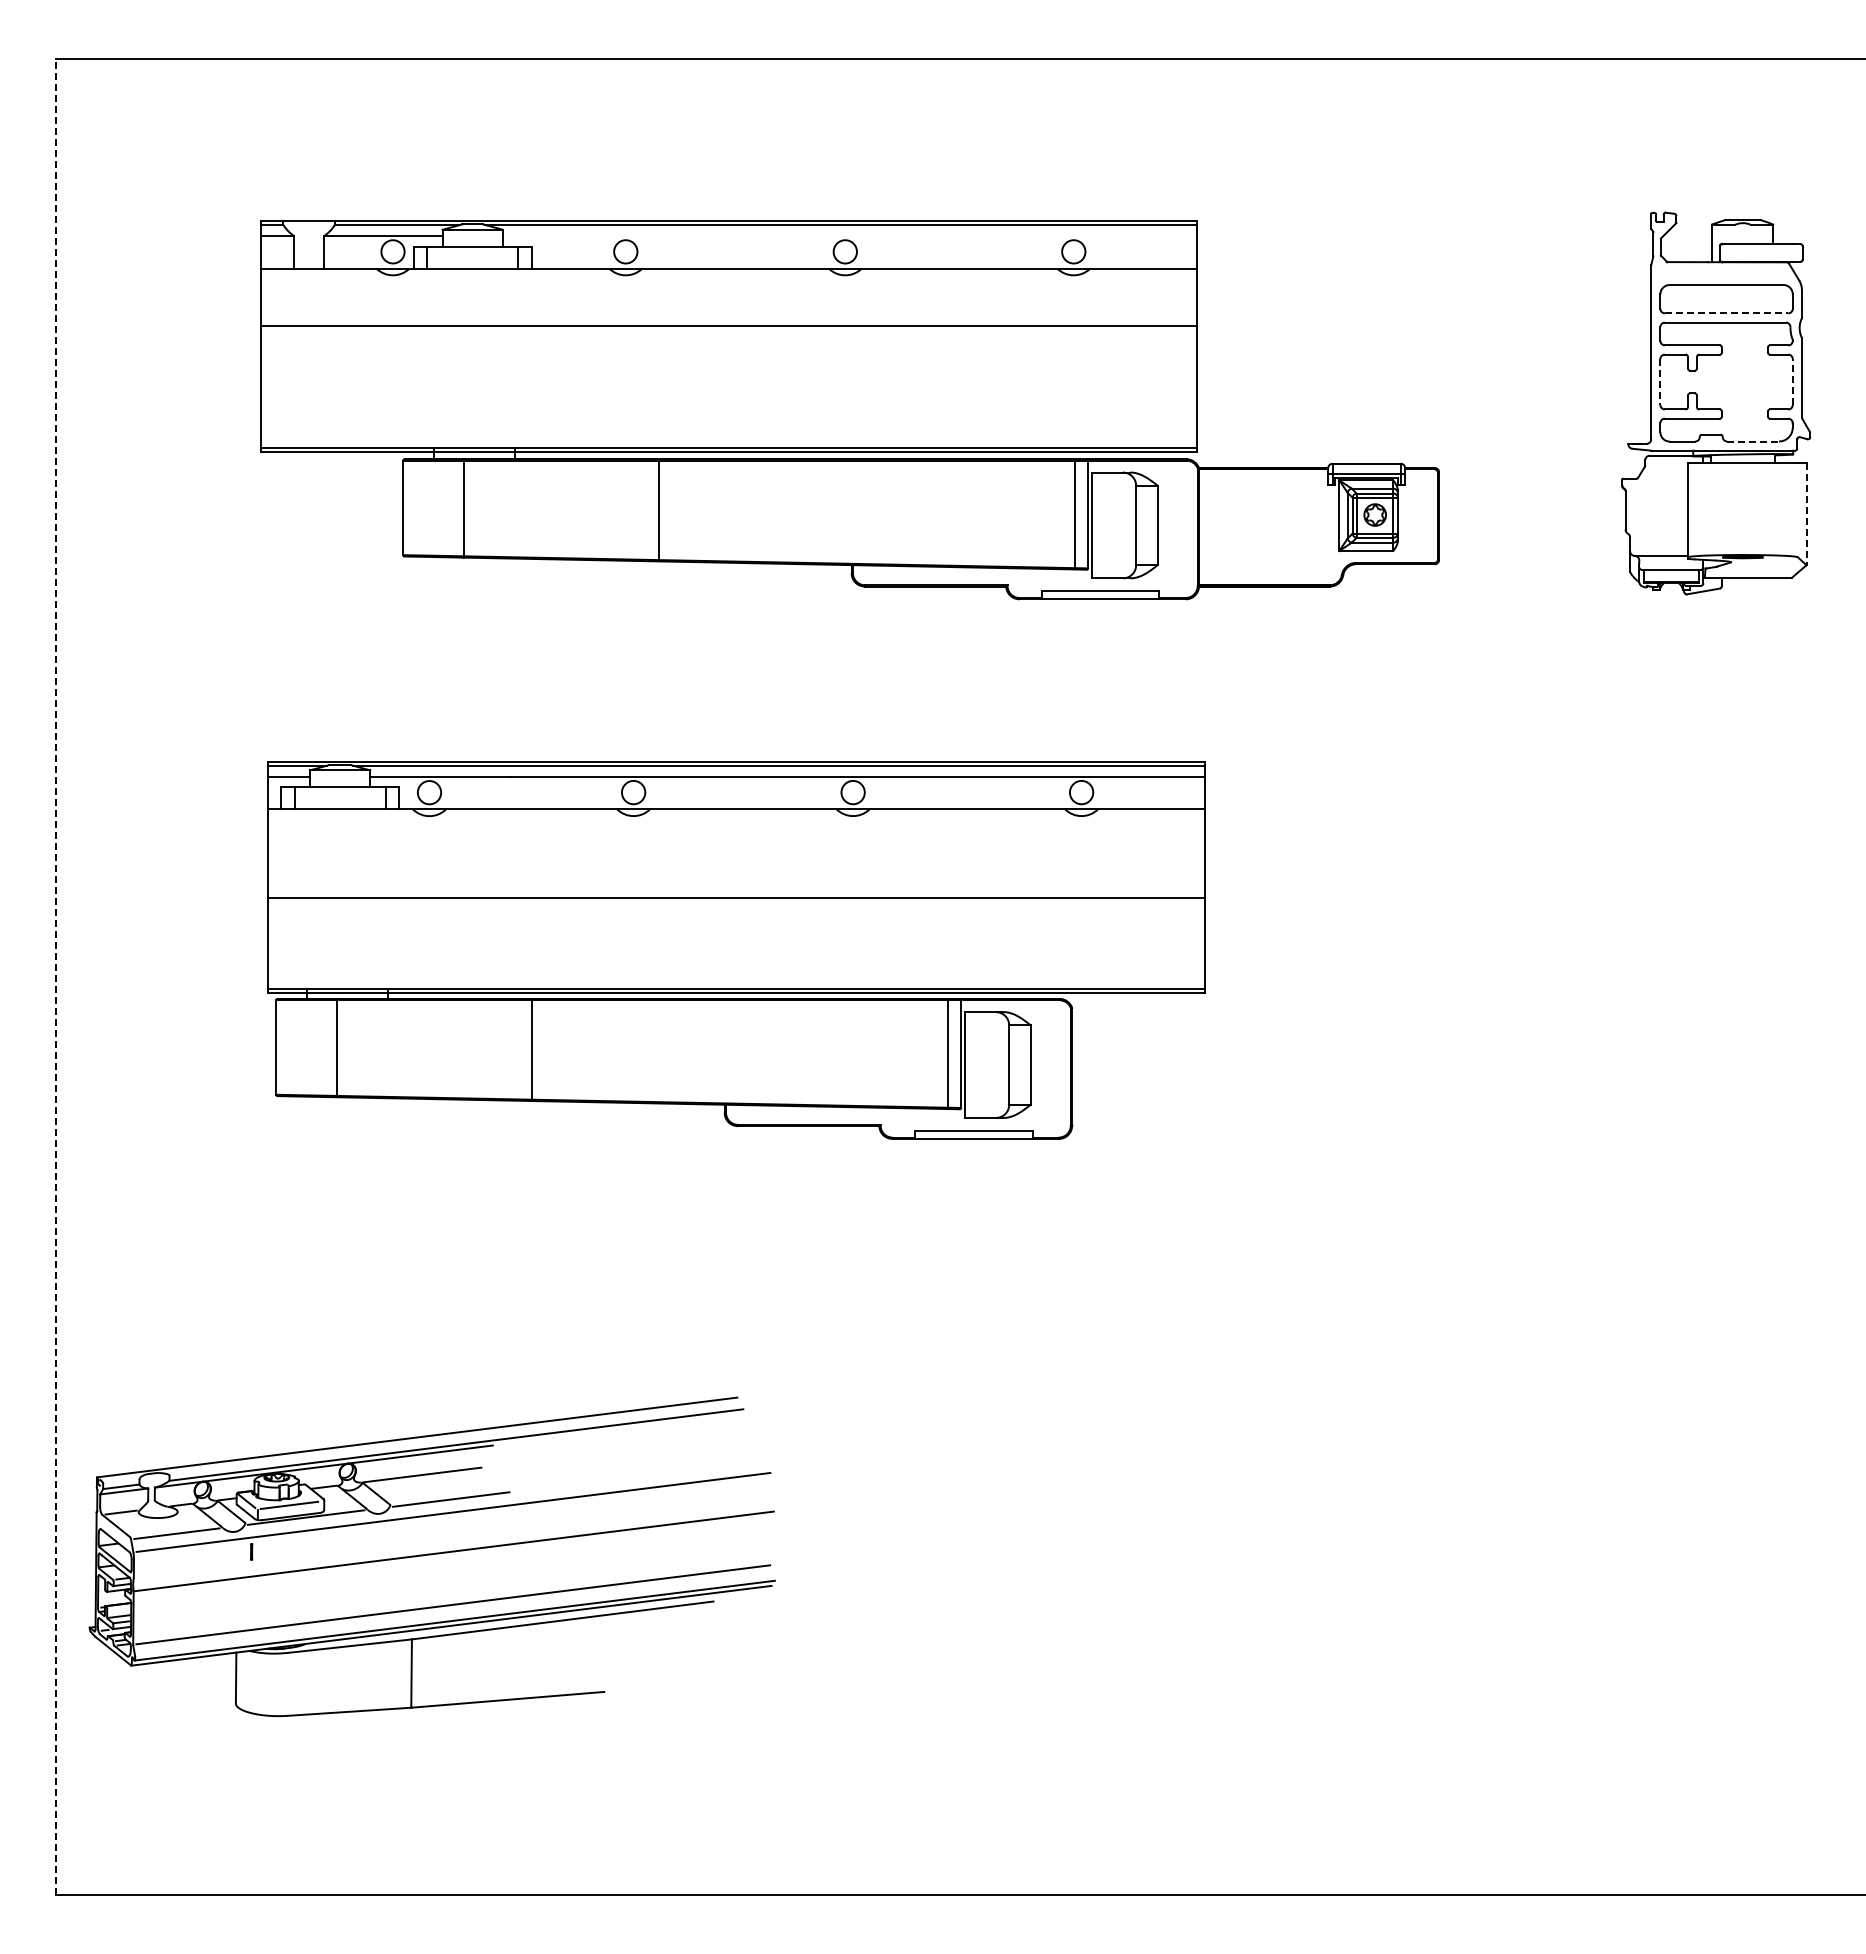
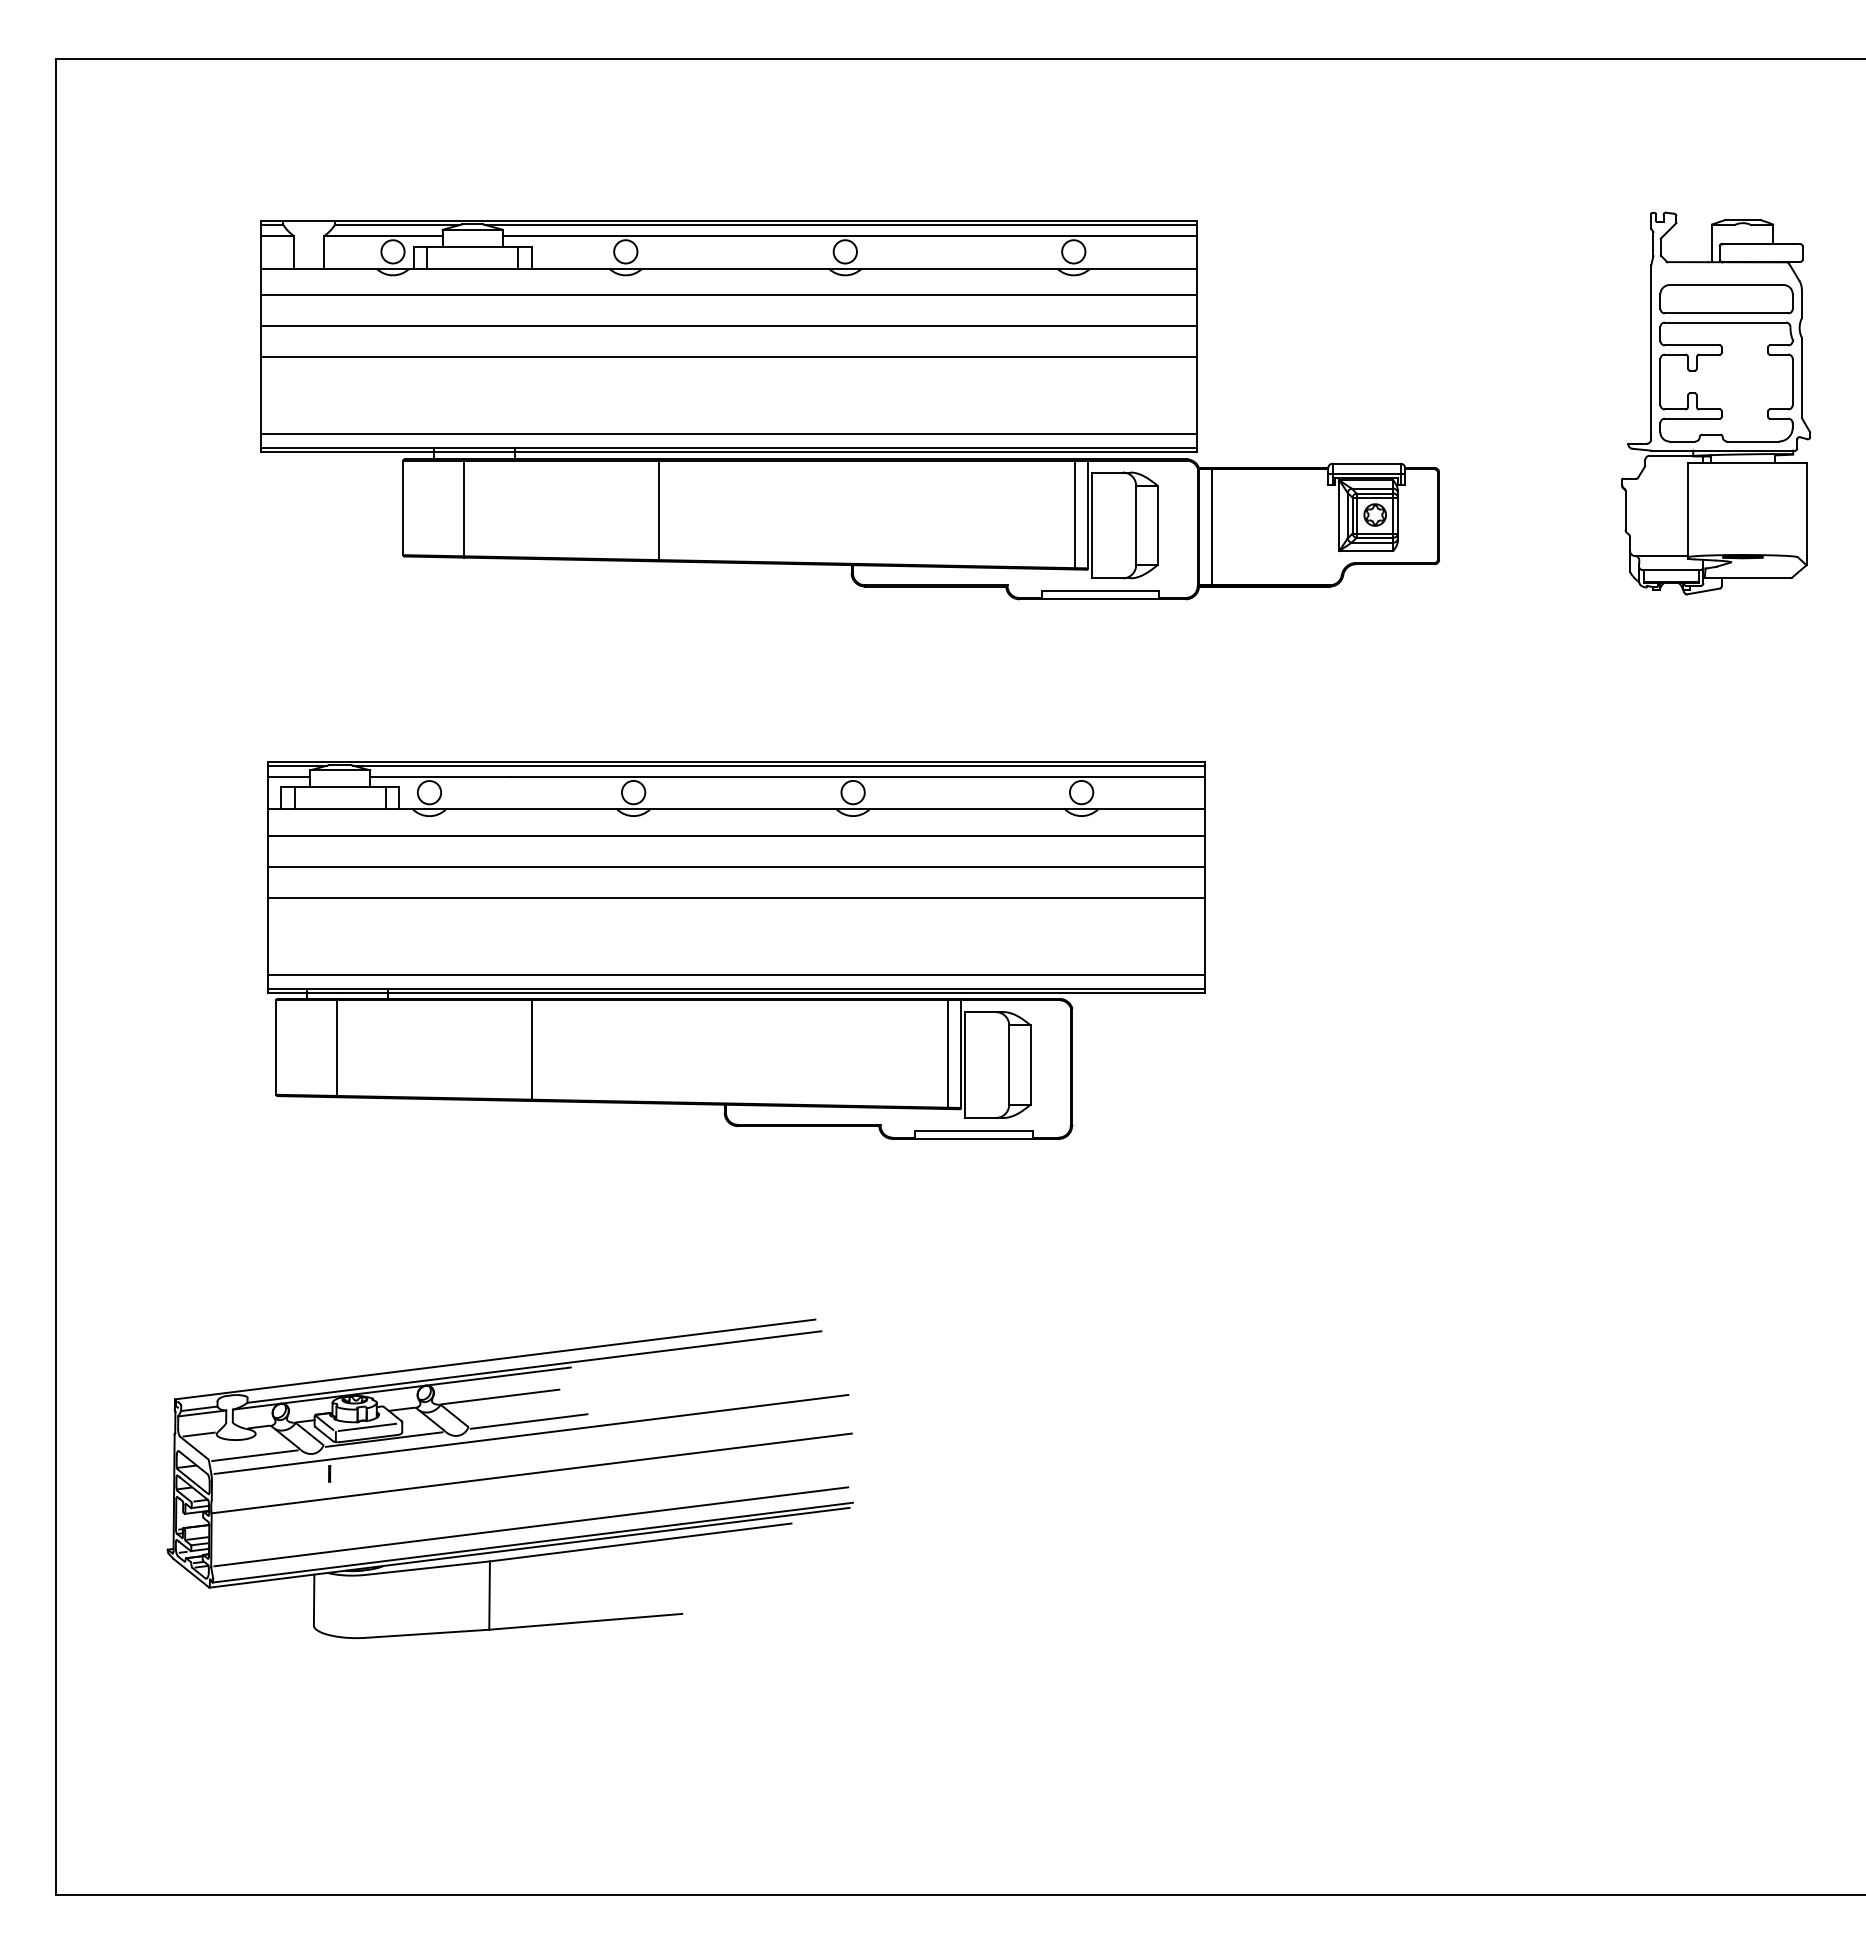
line at (849, 236): none -> present
line at (728, 295): none -> present
line at (1726, 313): dashed -> solid
line at (728, 357): none -> present
line at (1660, 382): dashed -> solid
line at (1792, 382): dashed -> solid
line at (728, 434): none -> present
line at (1753, 441): dashed -> solid
line at (1806, 514): dashed -> solid
line at (1211, 527): none -> present
line at (736, 835): none -> present
line at (736, 866): none -> present
line at (736, 975): none -> present
line at (55, 976): dashed -> solid
part at (431, 1556) position: (431, 1556) -> (509, 1478)
